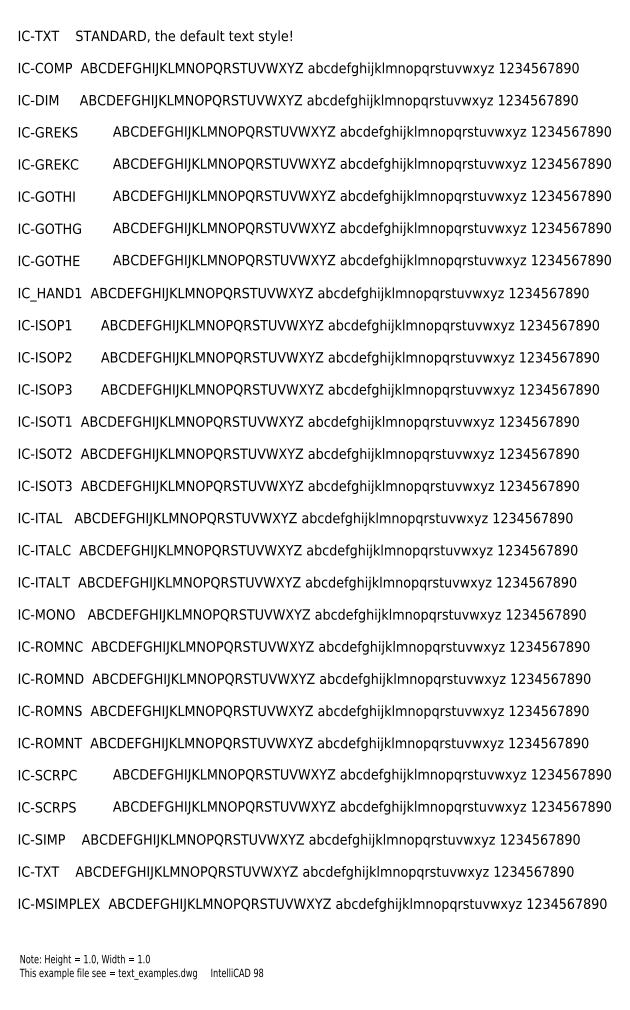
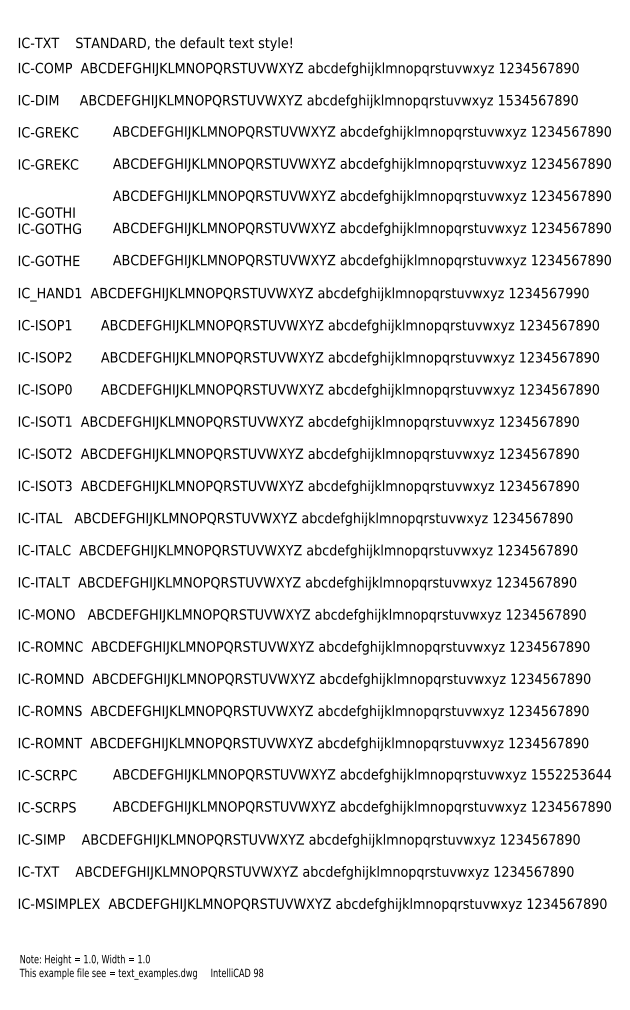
text at (154, 36) position: (154, 36) -> (154, 43)
text at (509, 99): 1234567890 -> 1534567890
text at (74, 132): IC-GREKS -> IC-GREKC
text at (46, 196) position: (46, 196) -> (46, 212)
text at (569, 293): 1234567890 -> 1234567990
text at (68, 389): IC-ISOP3 -> IC-ISOP0
text at (575, 774): 1234567890 -> 1552253644
